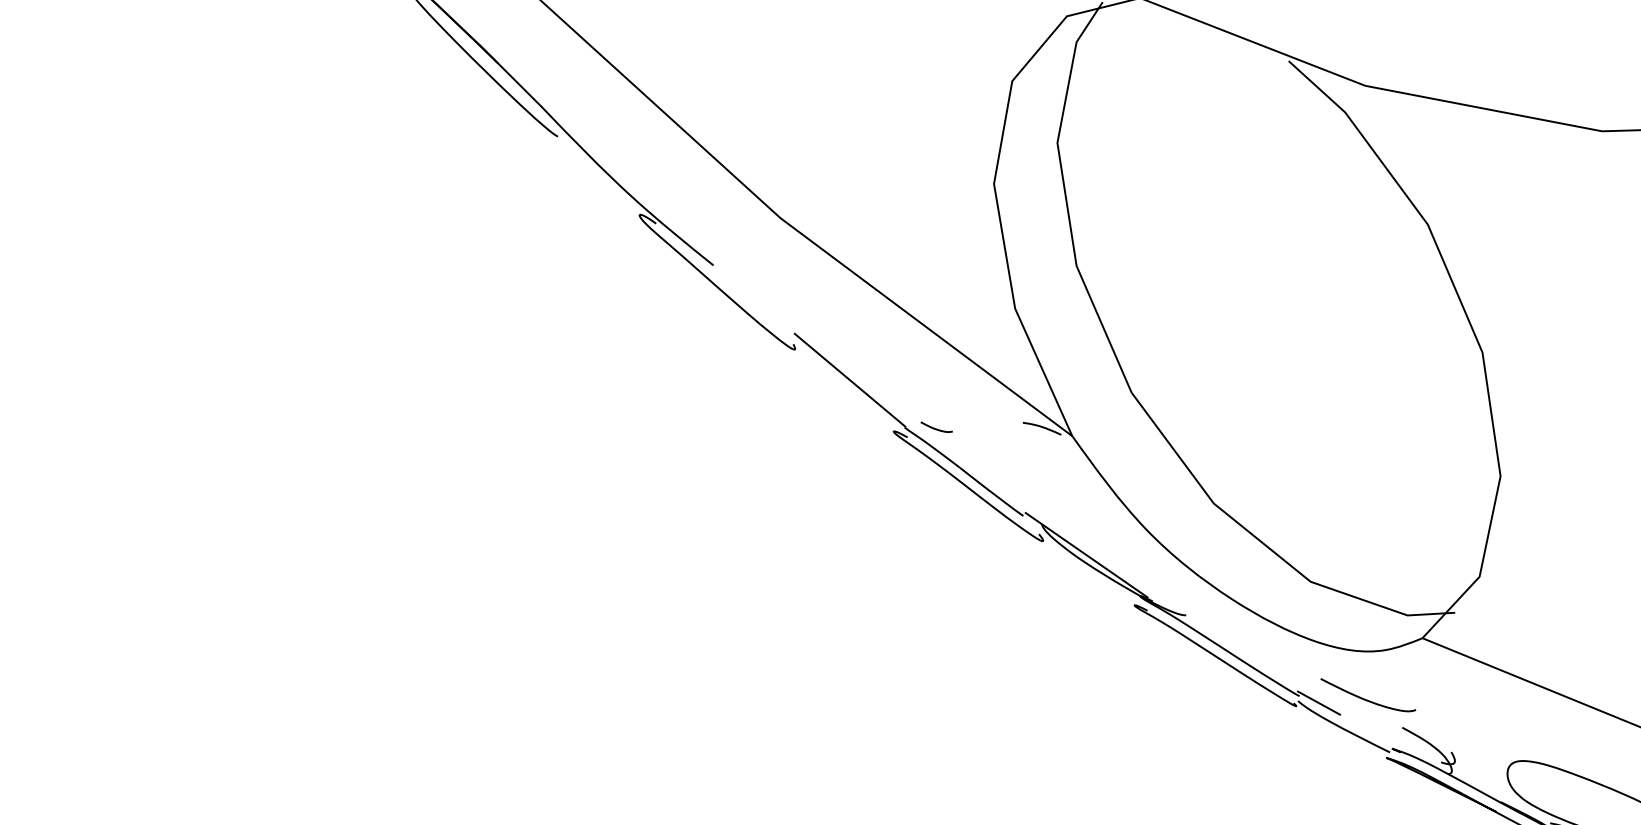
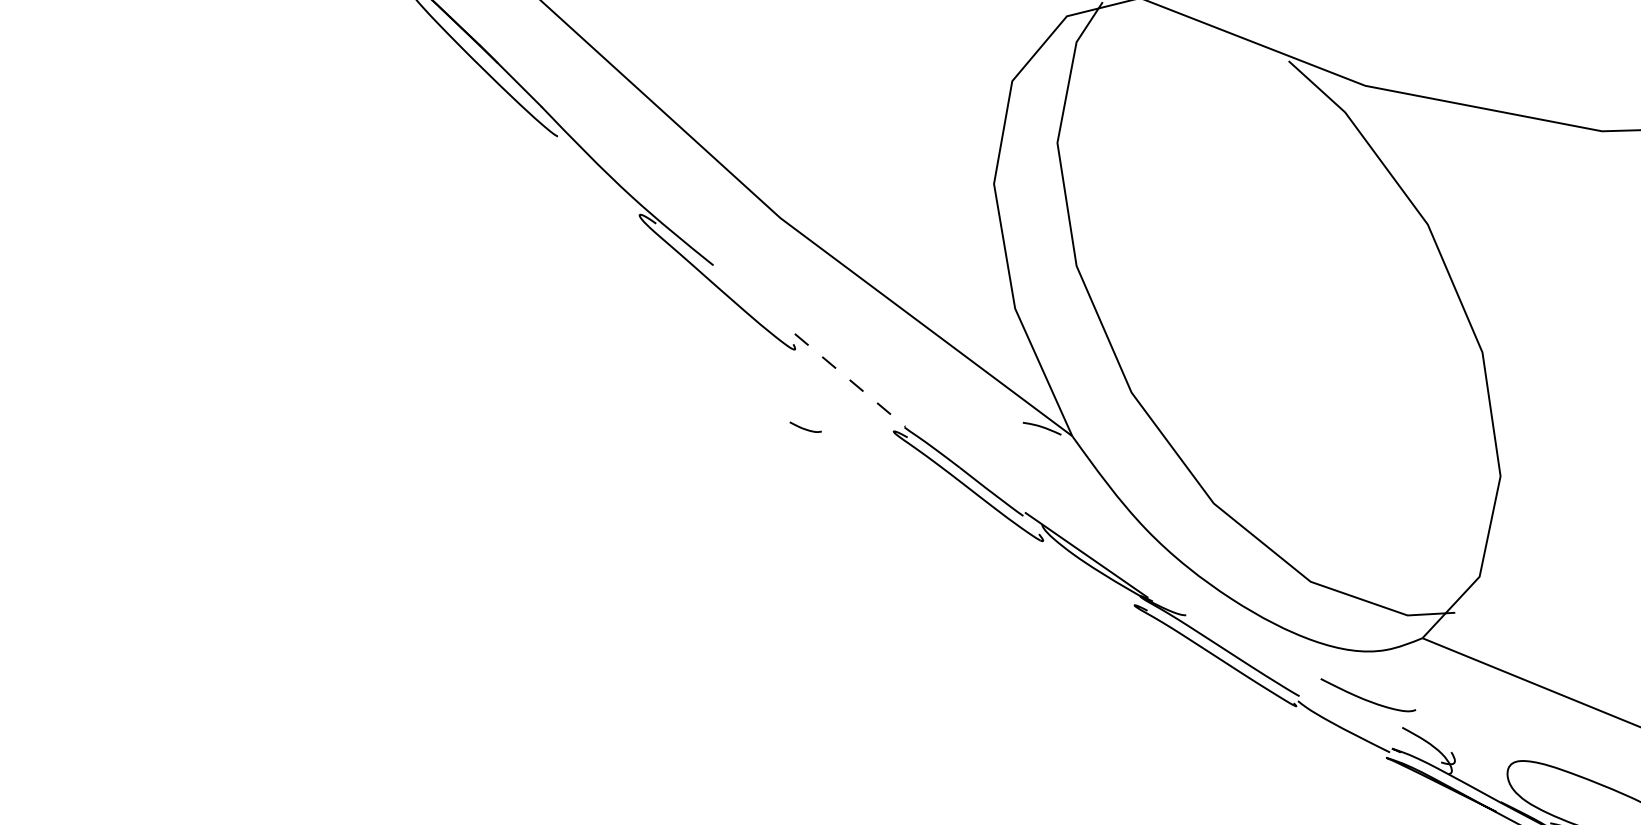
line at (850, 380): solid -> dashed
curve at (936, 428) position: (936, 428) -> (805, 428)
line at (1318, 702): present -> none
